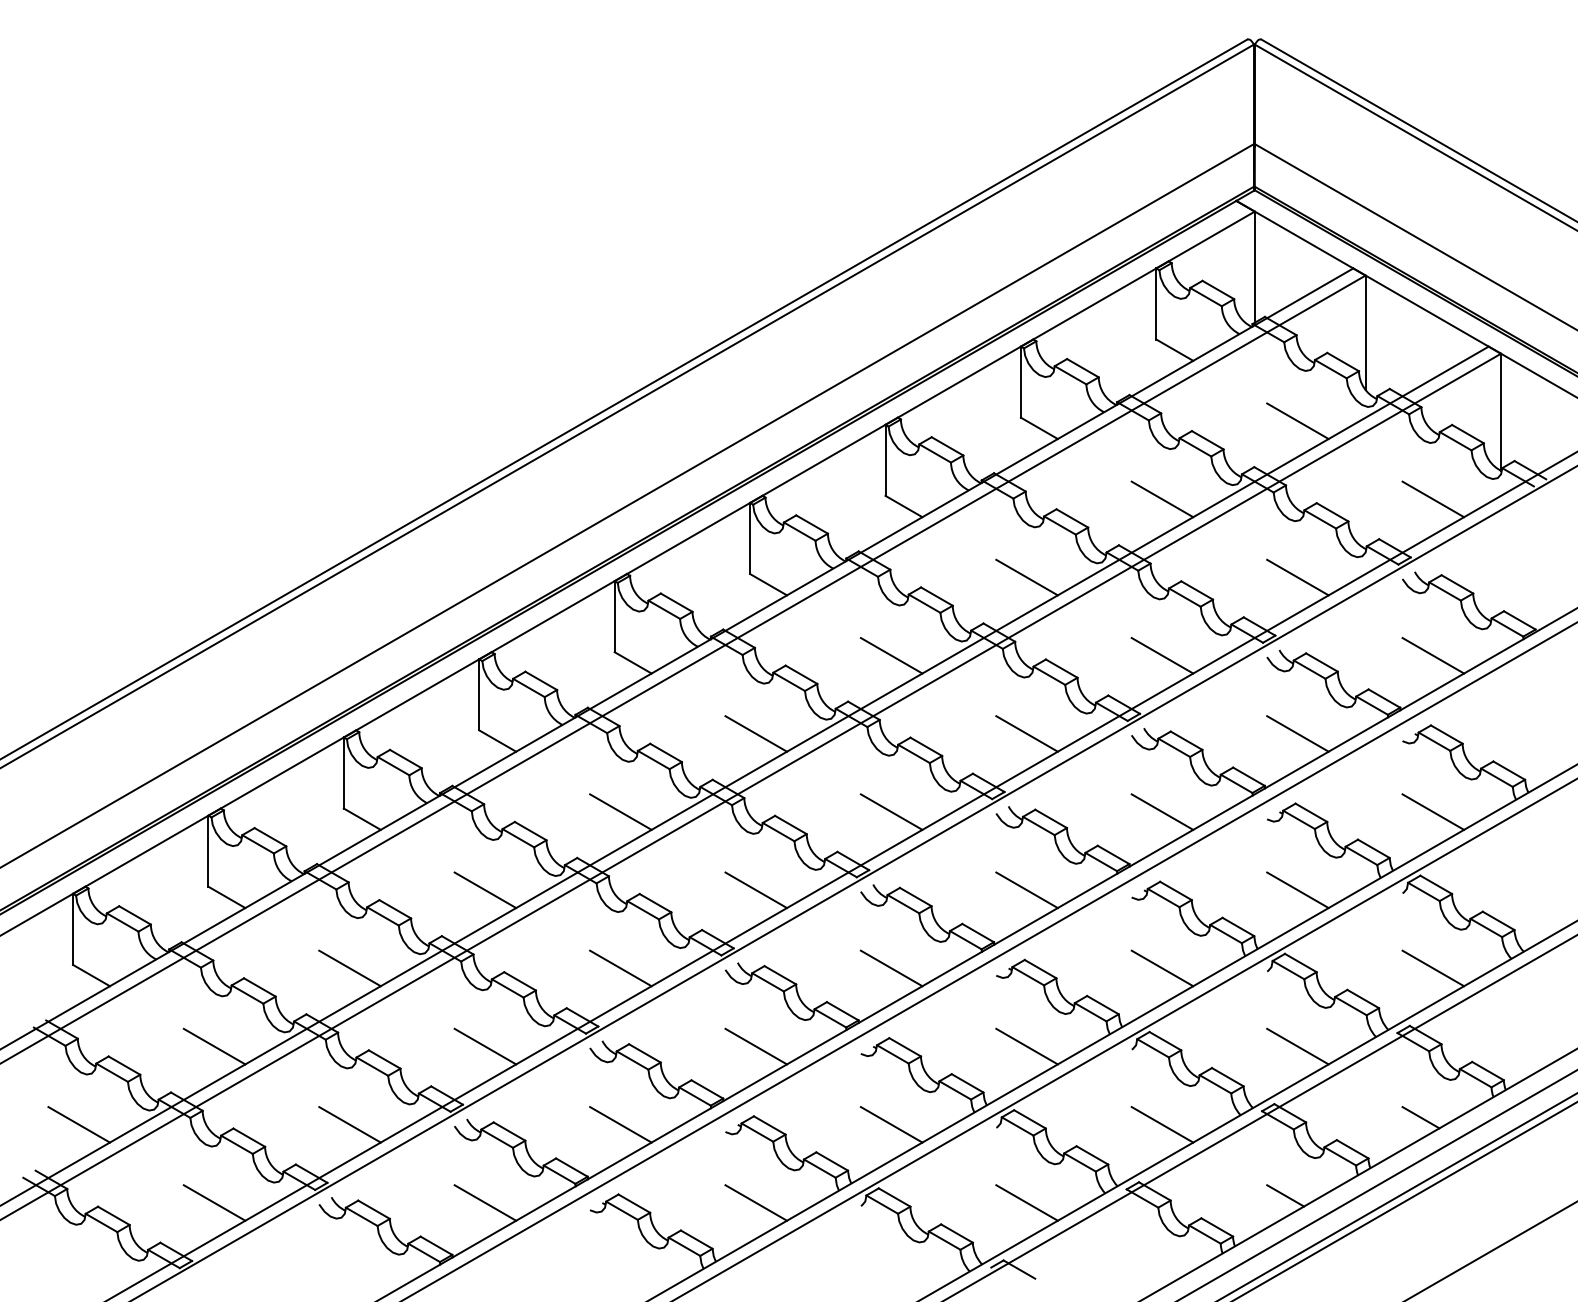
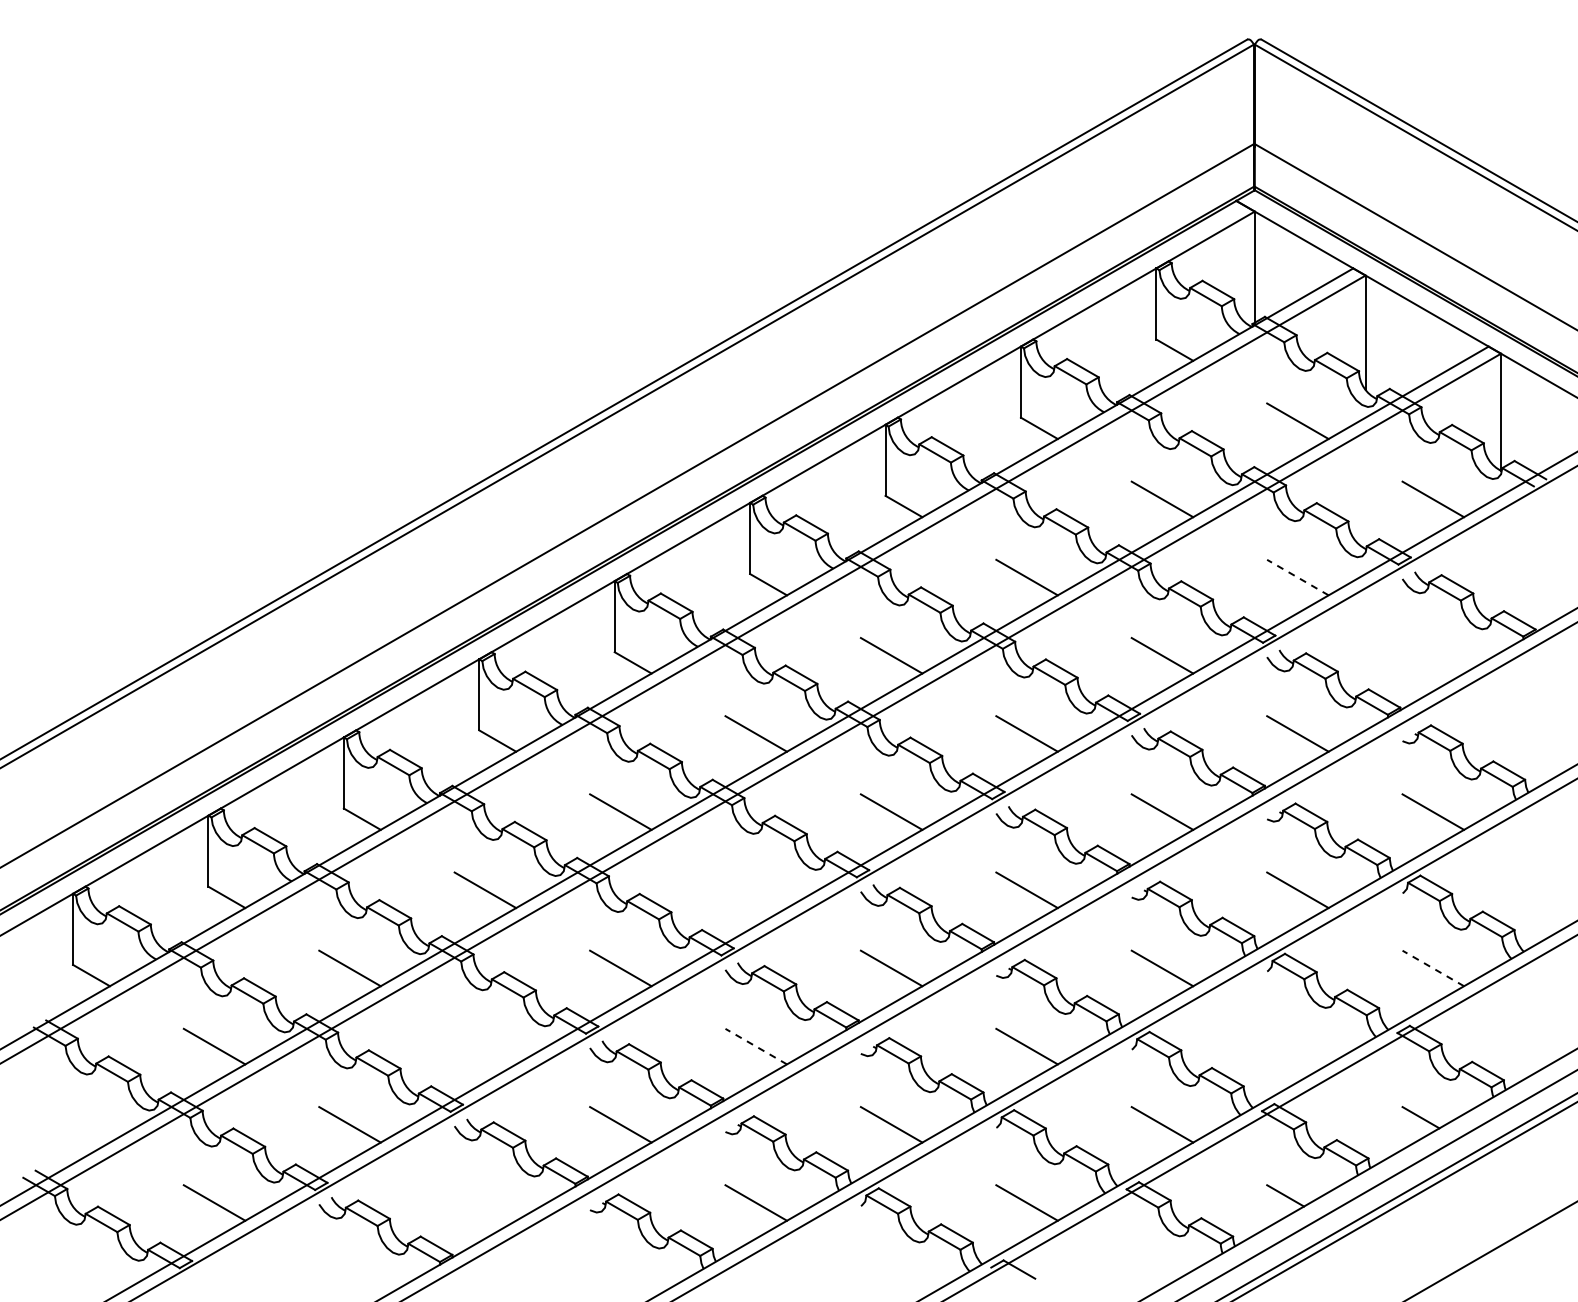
line at (1297, 577): solid -> dashed
line at (1433, 655): present -> none
line at (756, 890): present -> none
line at (1433, 968): solid -> dashed
line at (485, 1046): present -> none
line at (756, 1046): solid -> dashed
line at (1297, 1046): present -> none
line at (78, 1124): present -> none
line at (485, 1202): present -> none
